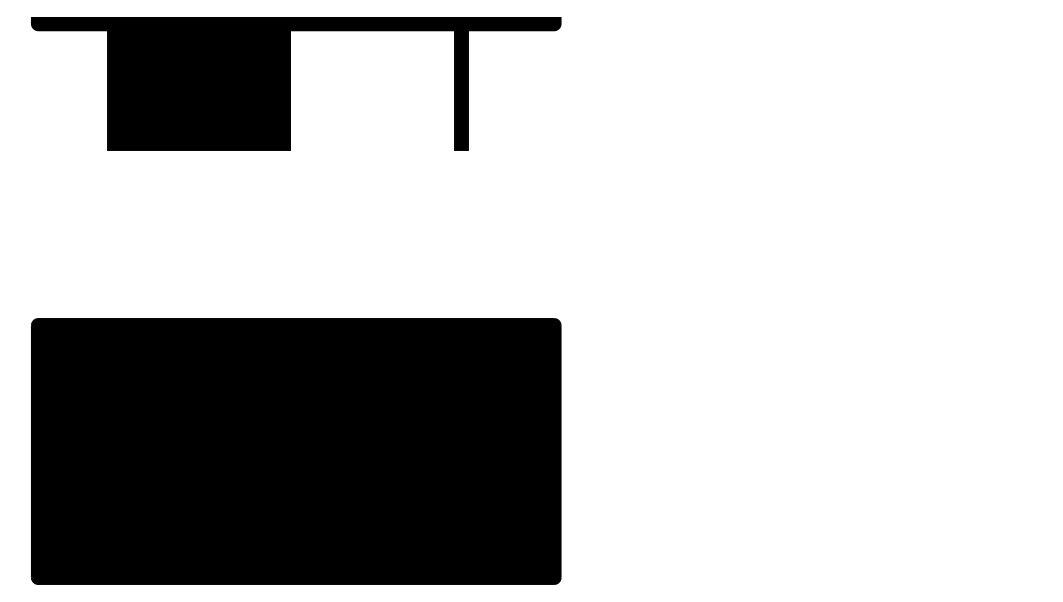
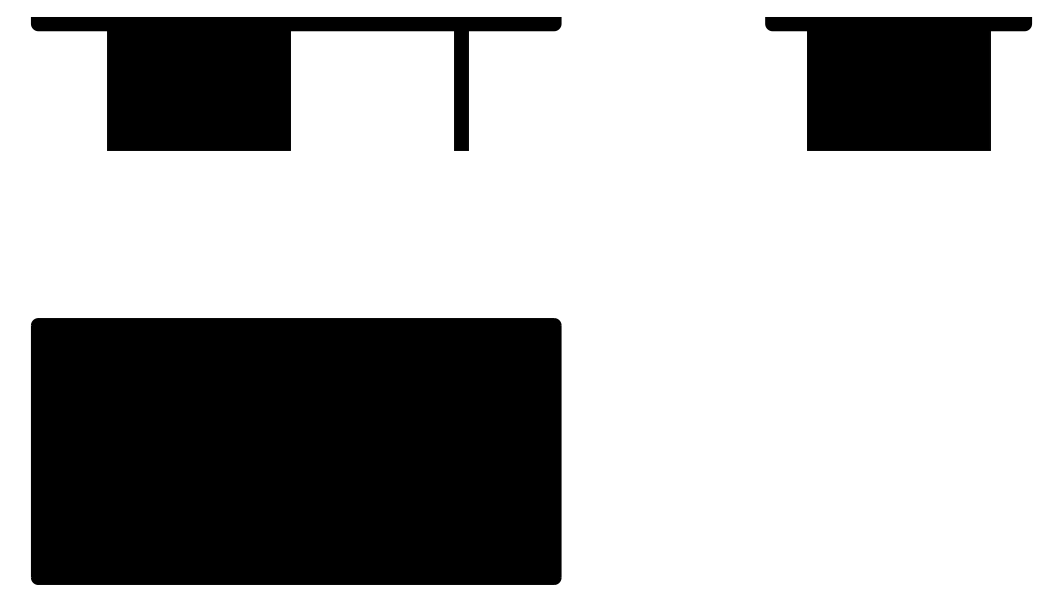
part at (898, 83): none -> present
